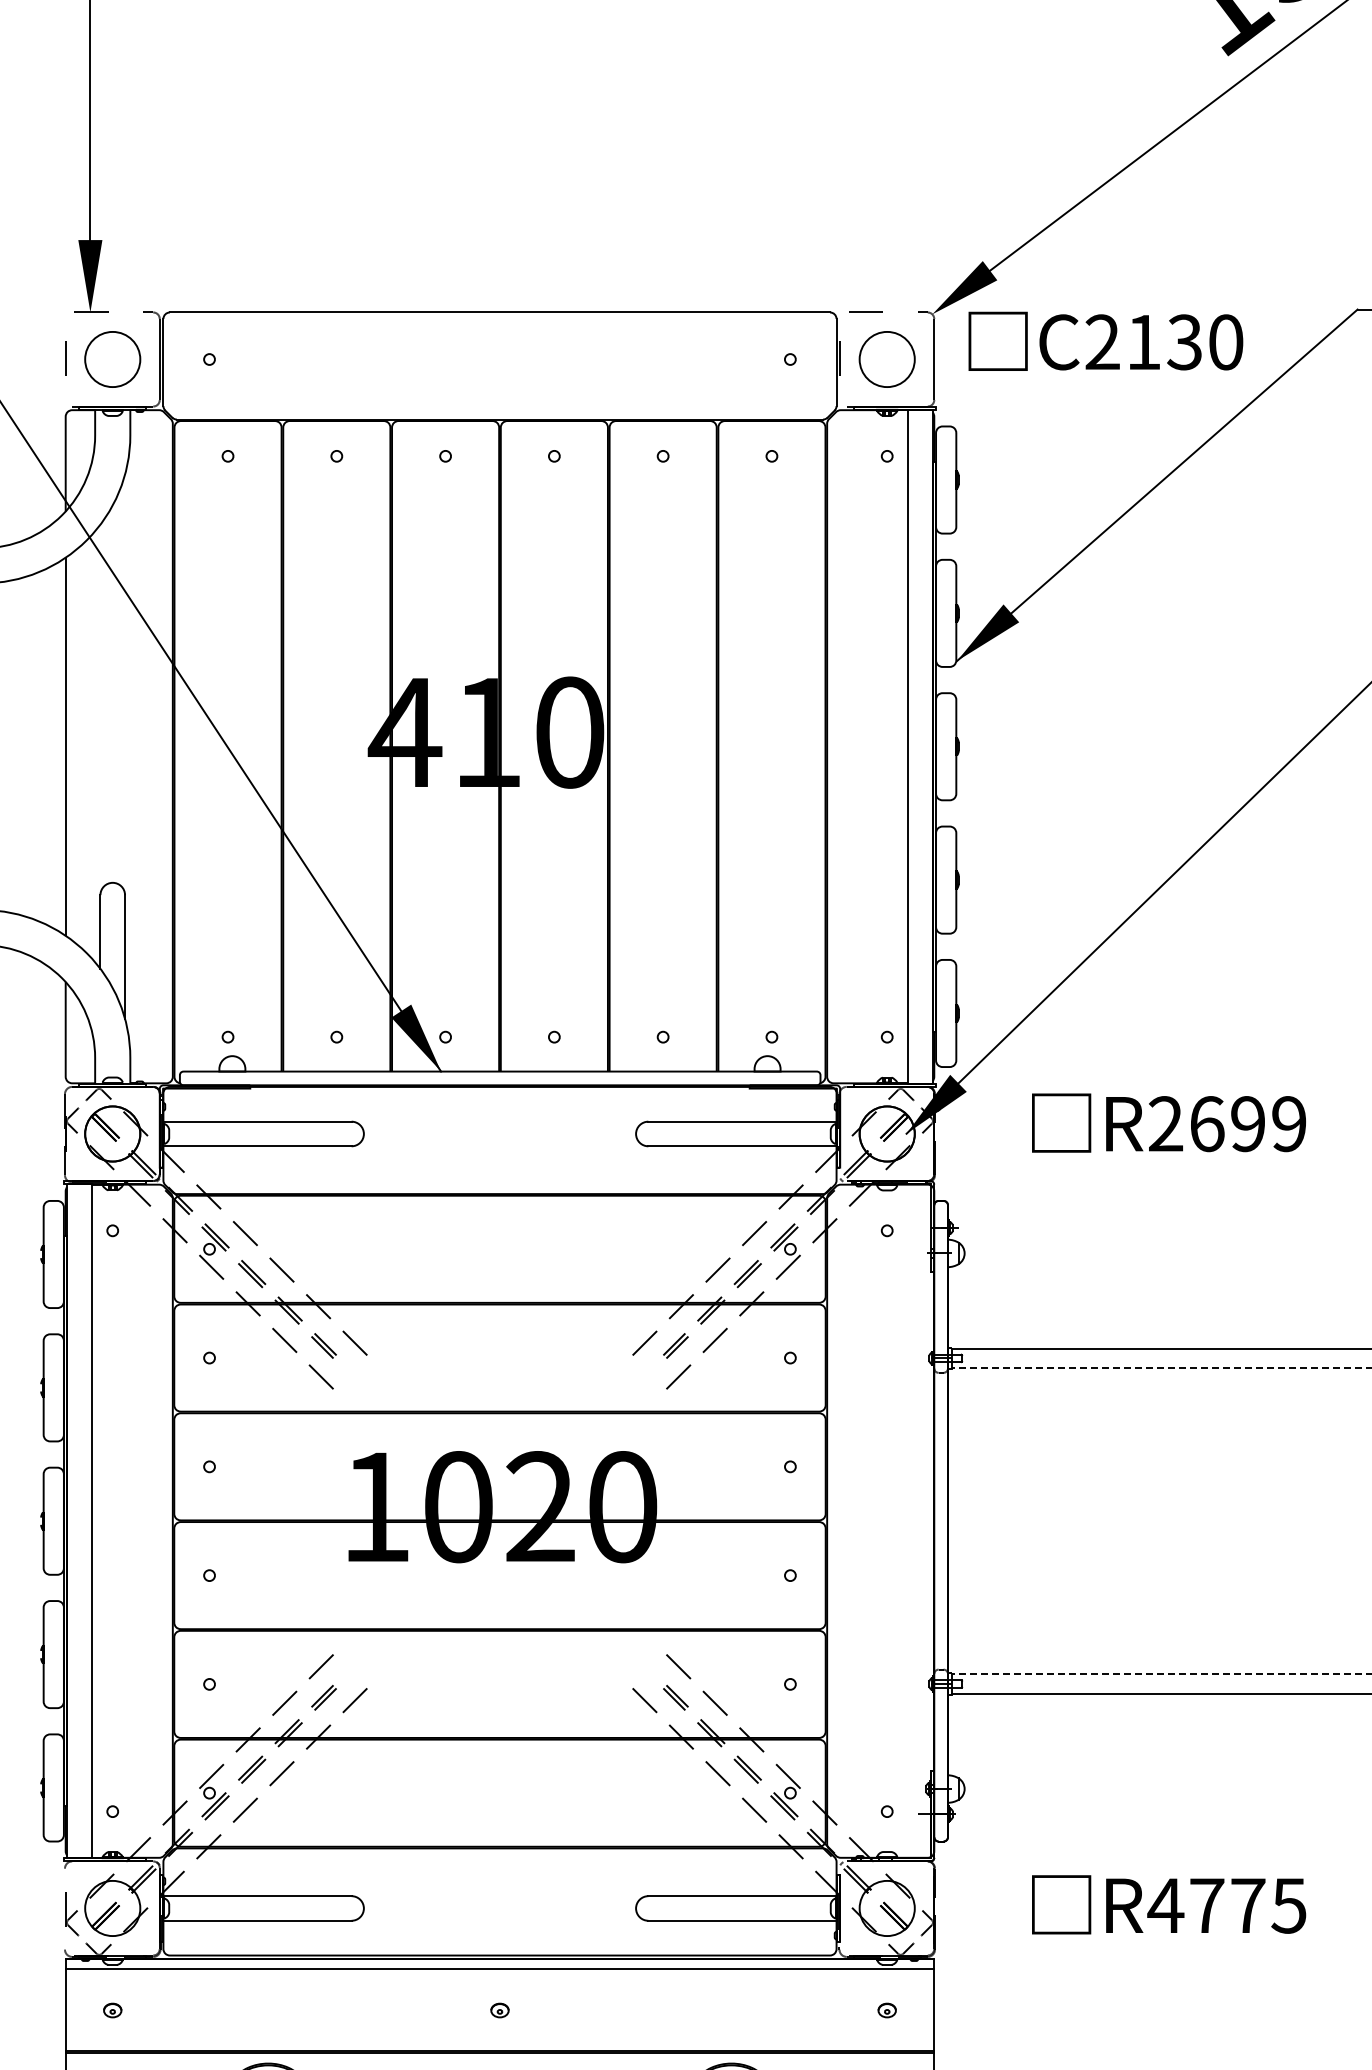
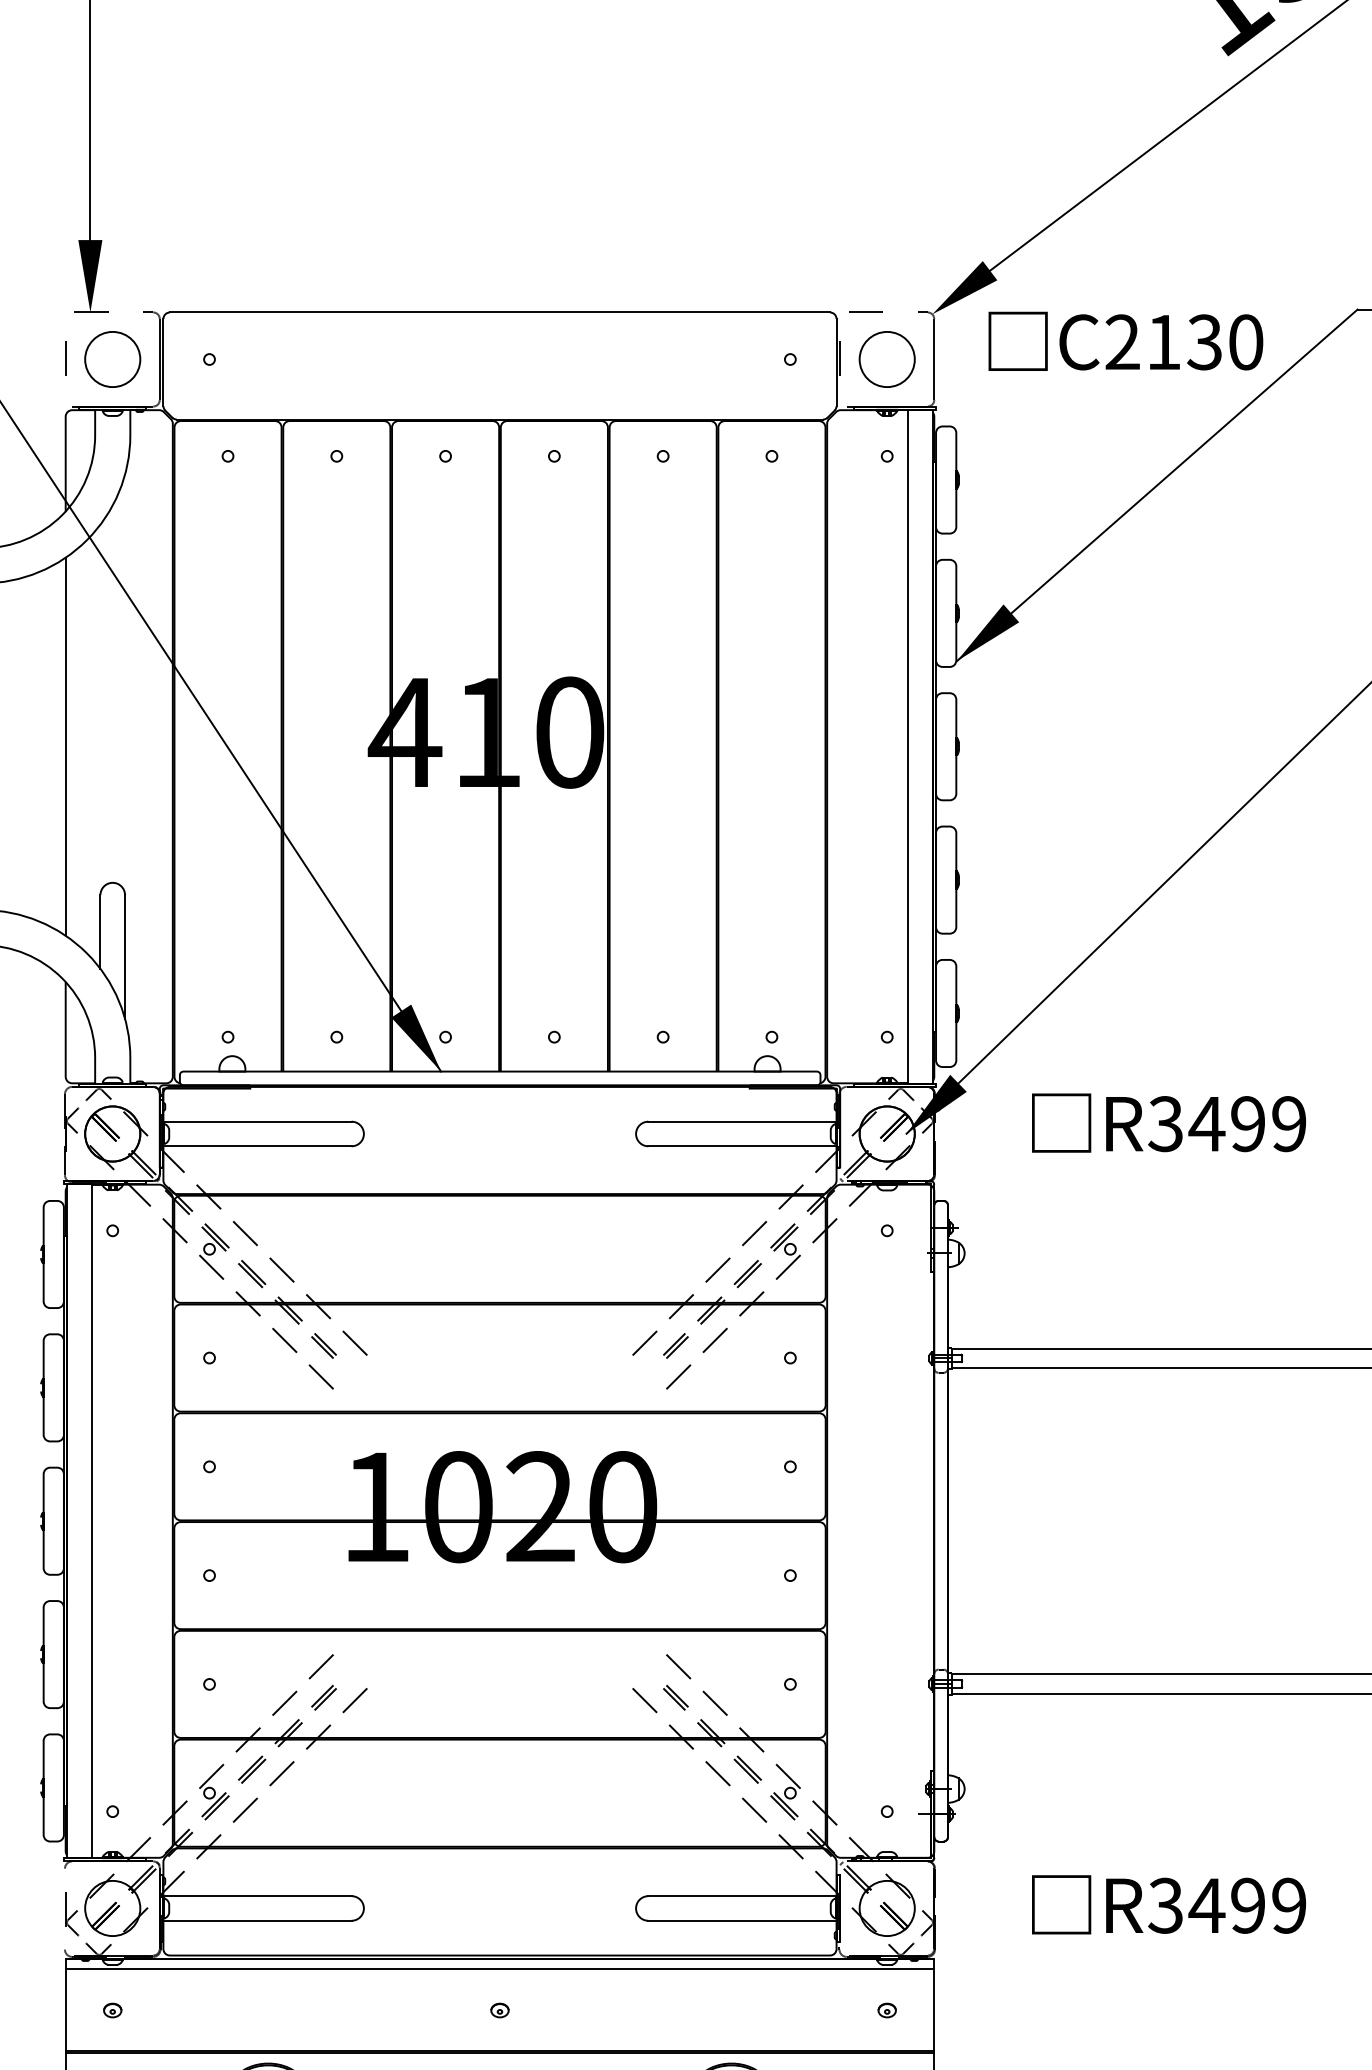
text at (1105, 340) position: (1105, 340) -> (1125, 340)
text at (1186, 1124): R2699 -> R3499
line at (1161, 1368): dashed -> solid
line at (1161, 1674): dashed -> solid
text at (1226, 1905): R4775 -> R3499
